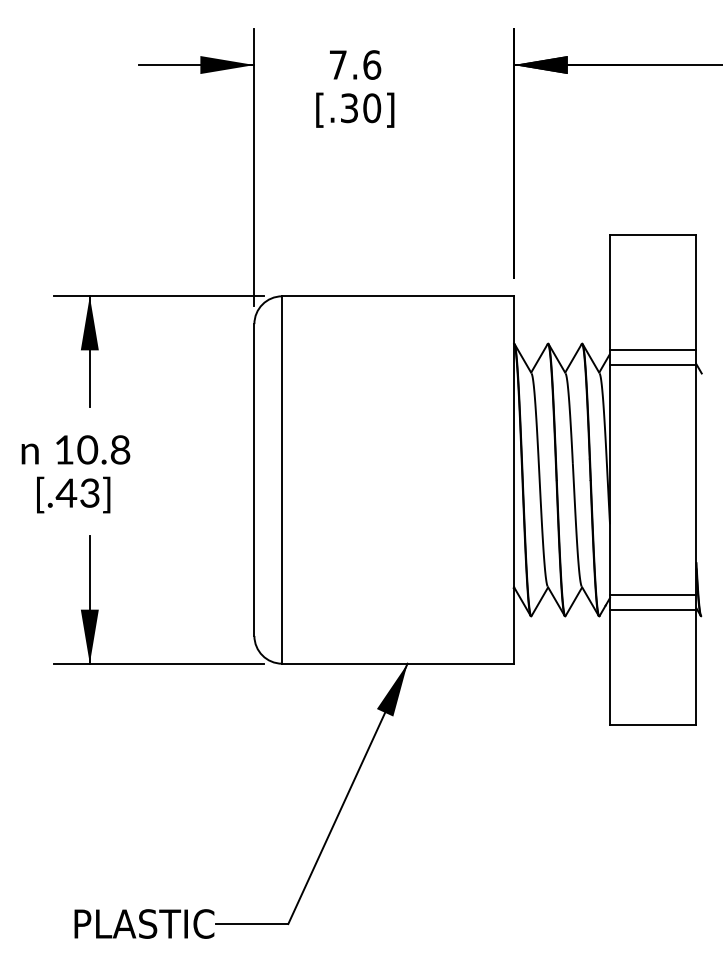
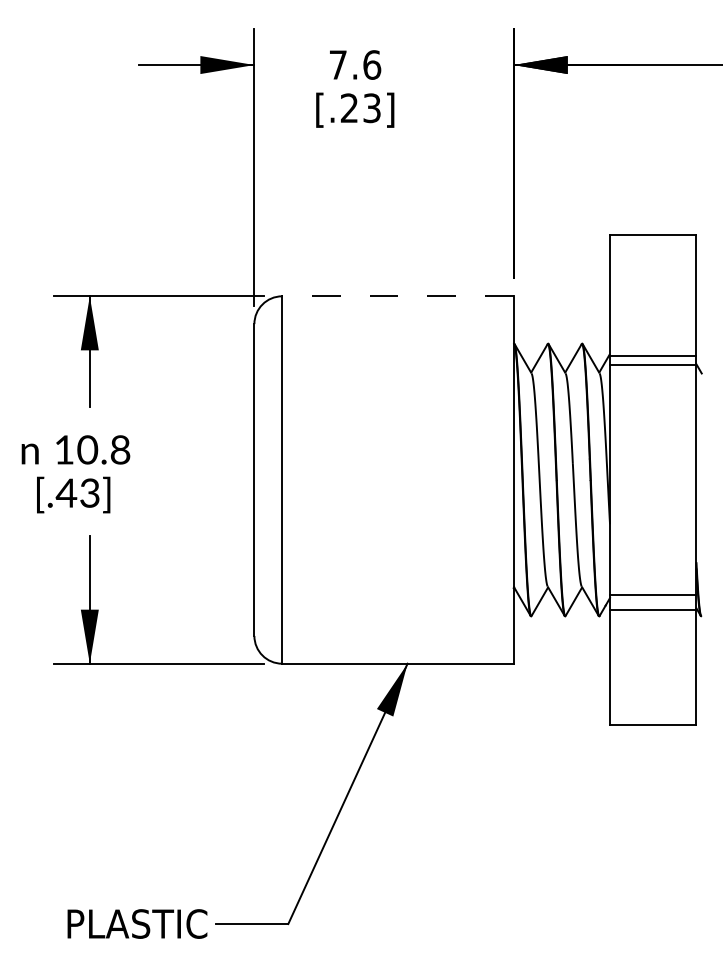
text at (360, 108): [.30] -> [.23]
line at (397, 296): solid -> dashed
line at (653, 350) position: (653, 350) -> (653, 356)
text at (144, 923) position: (144, 923) -> (137, 923)
